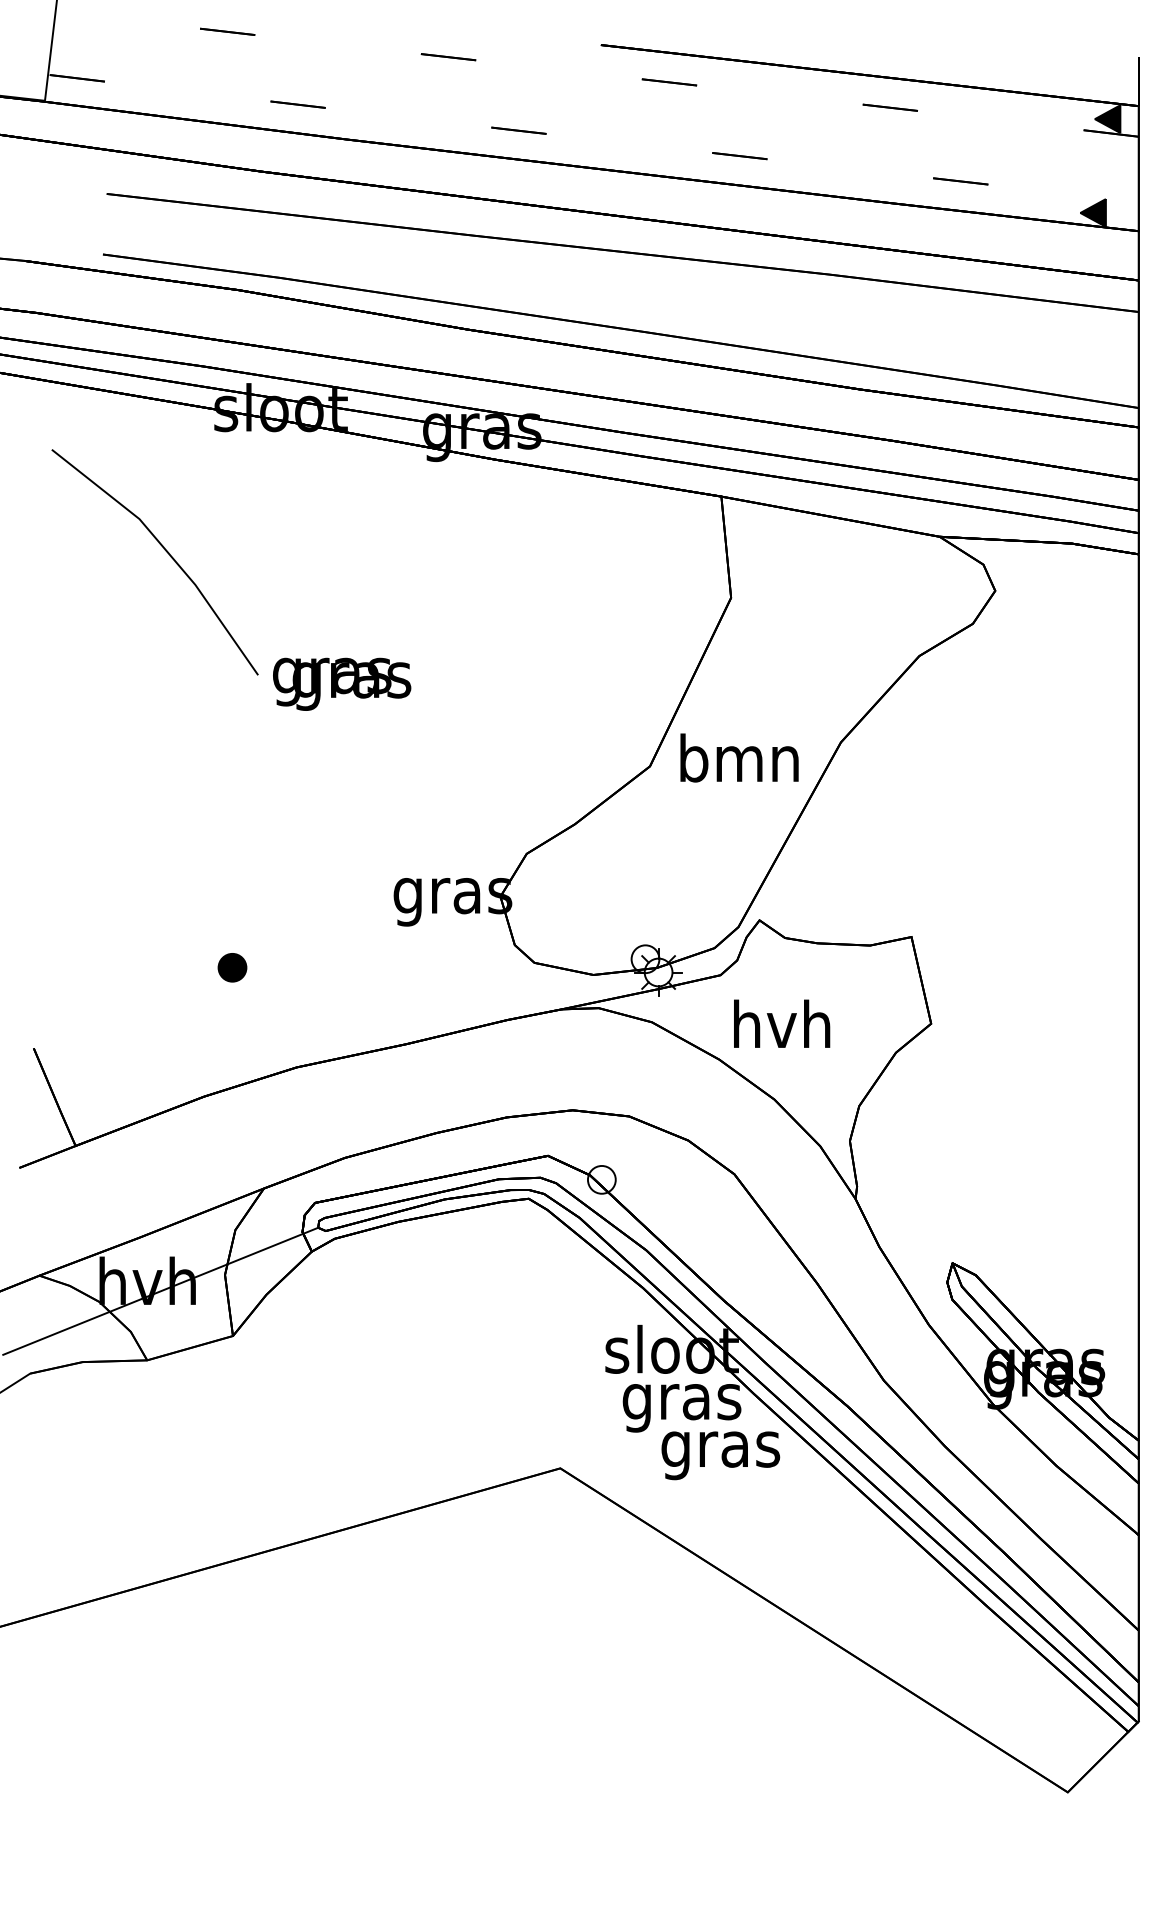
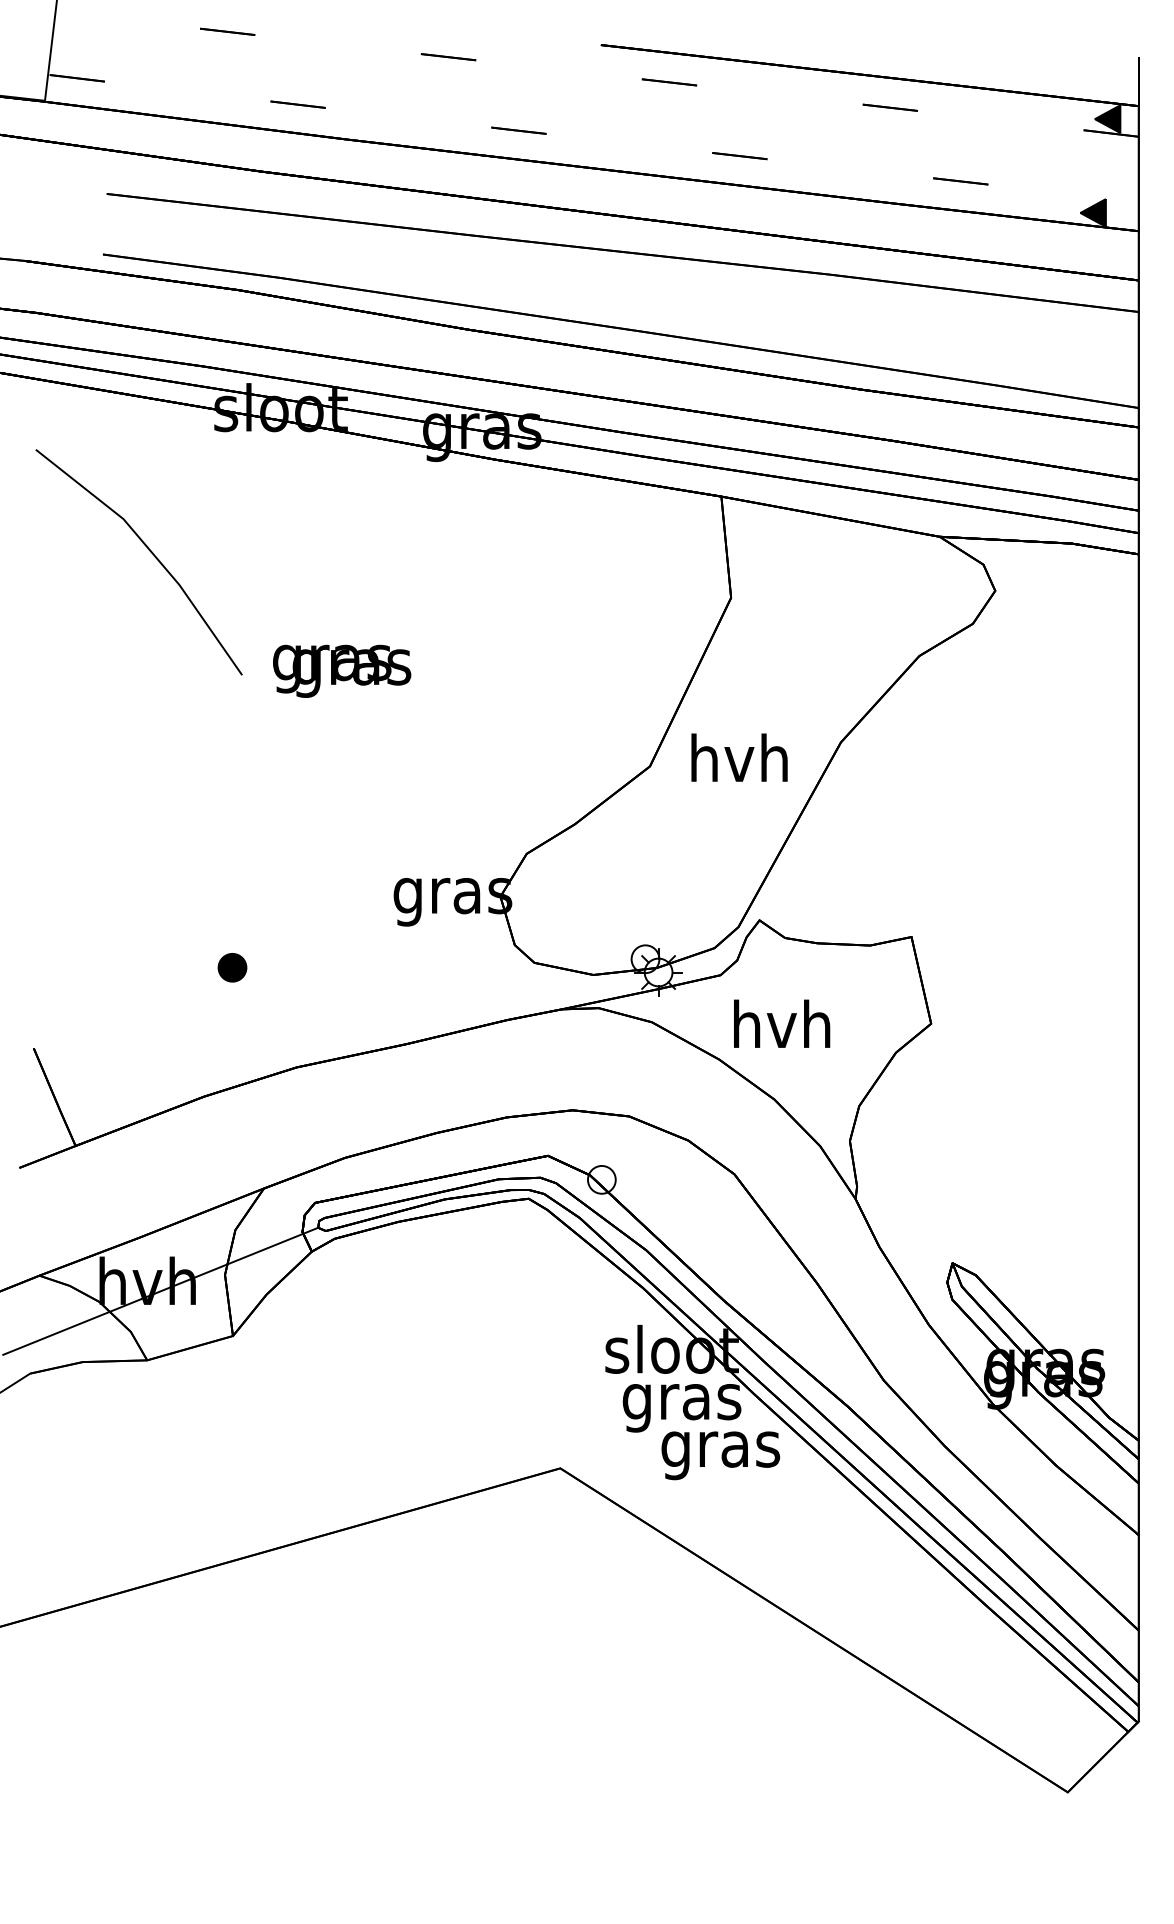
line at (165, 551) position: (165, 551) -> (149, 551)
text at (342, 683) position: (342, 683) -> (342, 670)
text at (739, 757): bmn -> hvh
